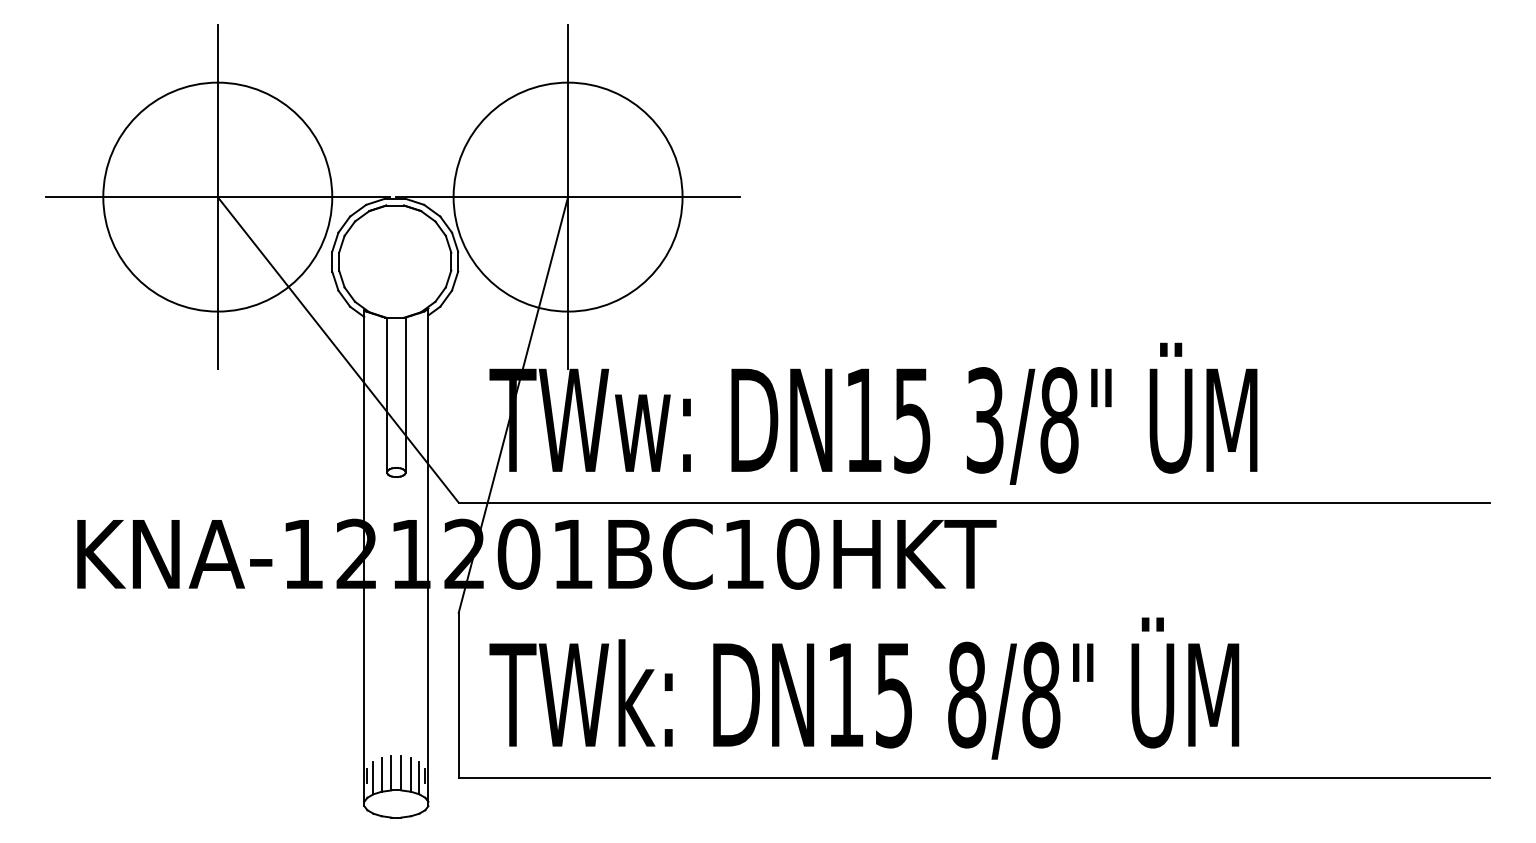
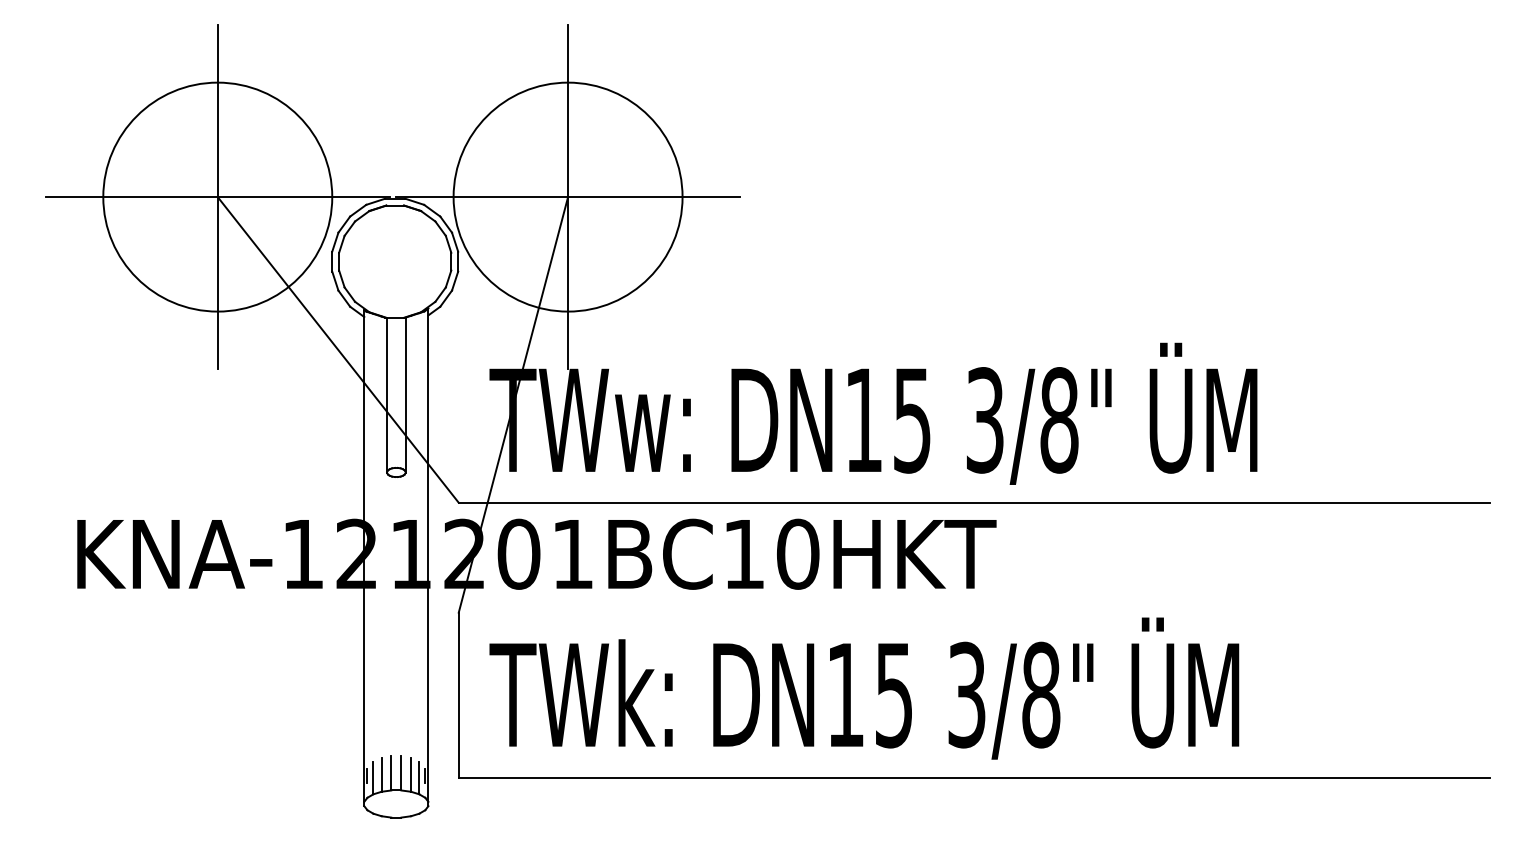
text at (967, 694): 8/8" -> 3/8"
